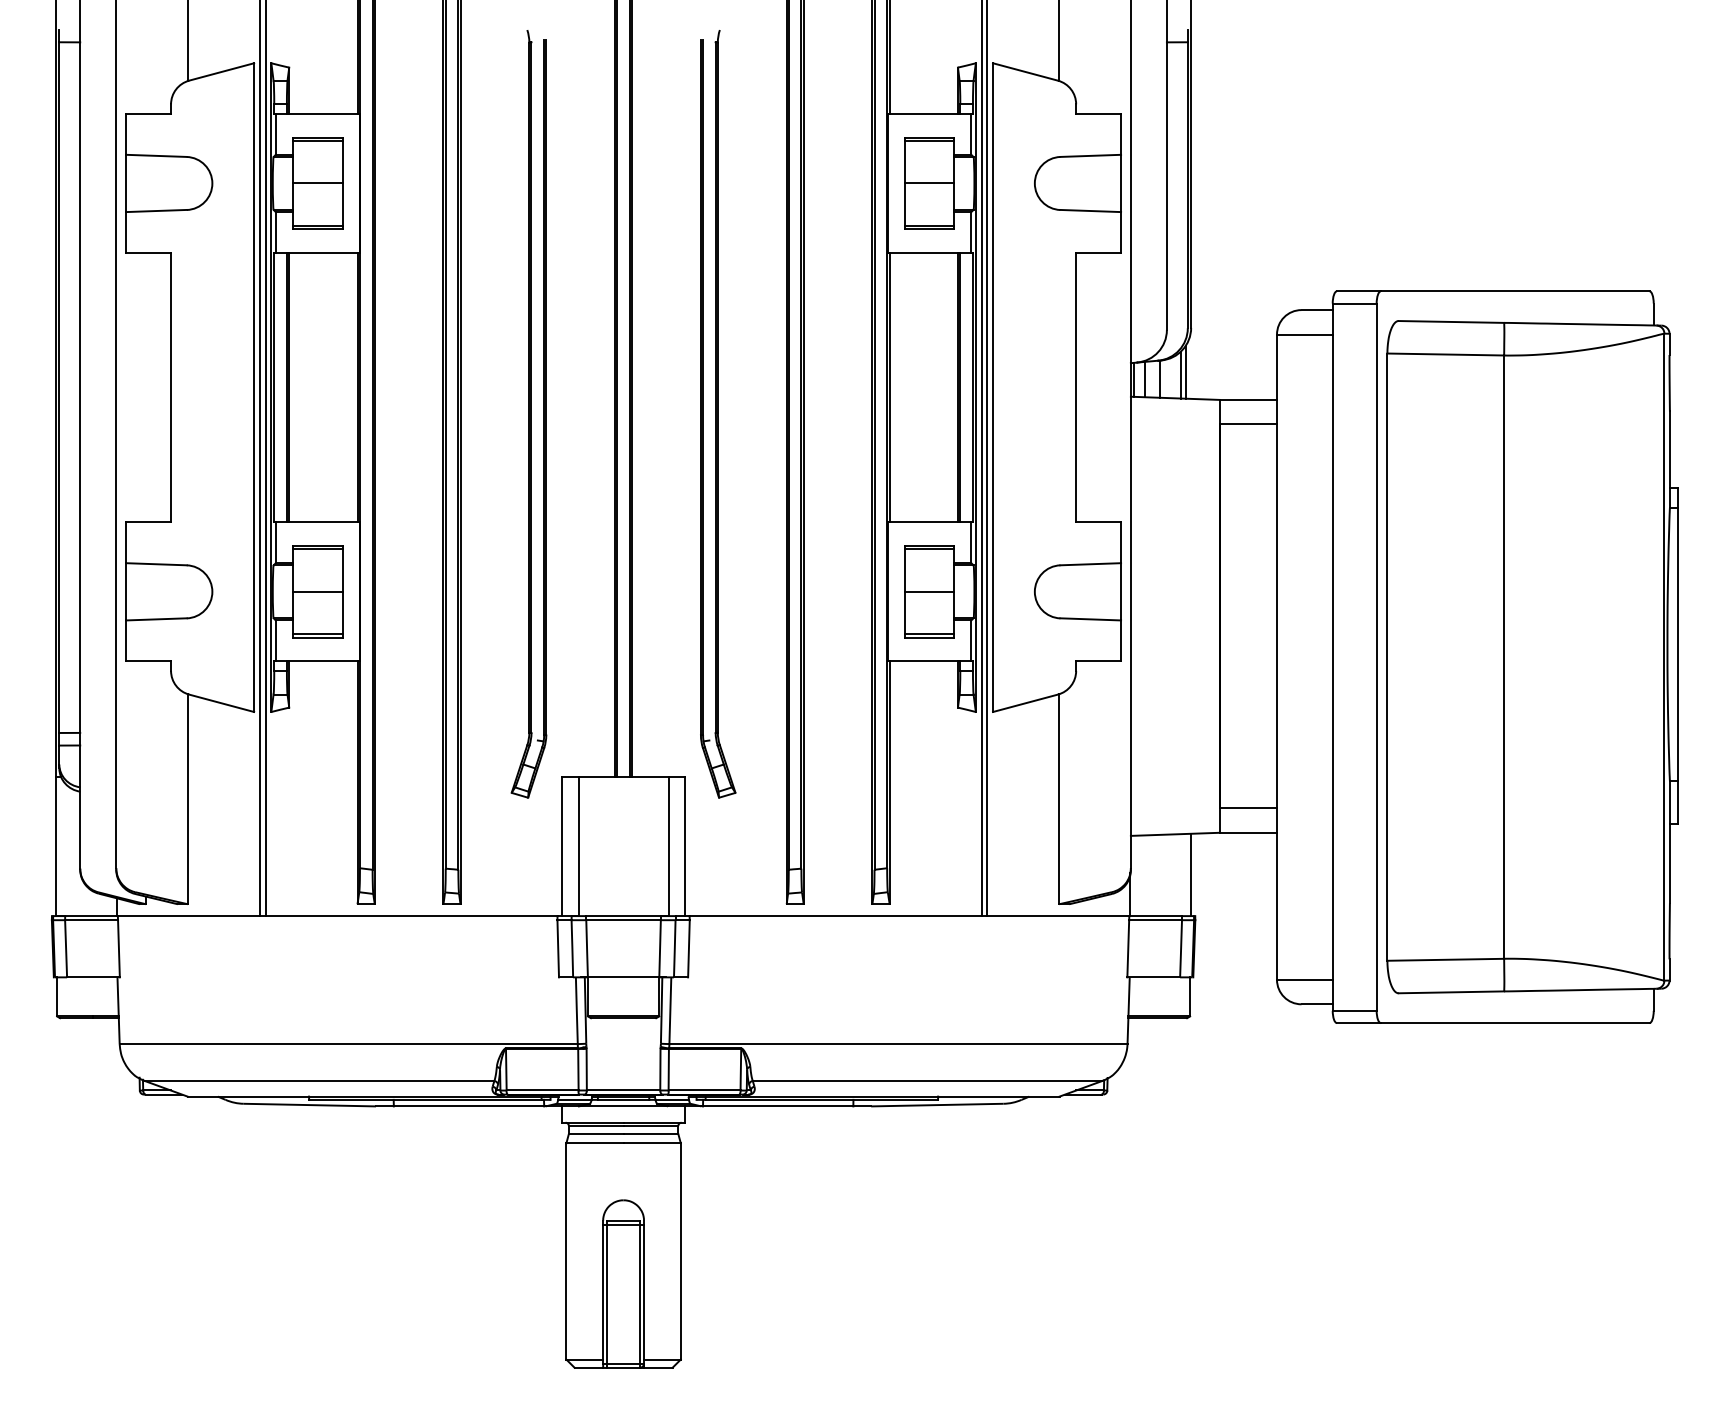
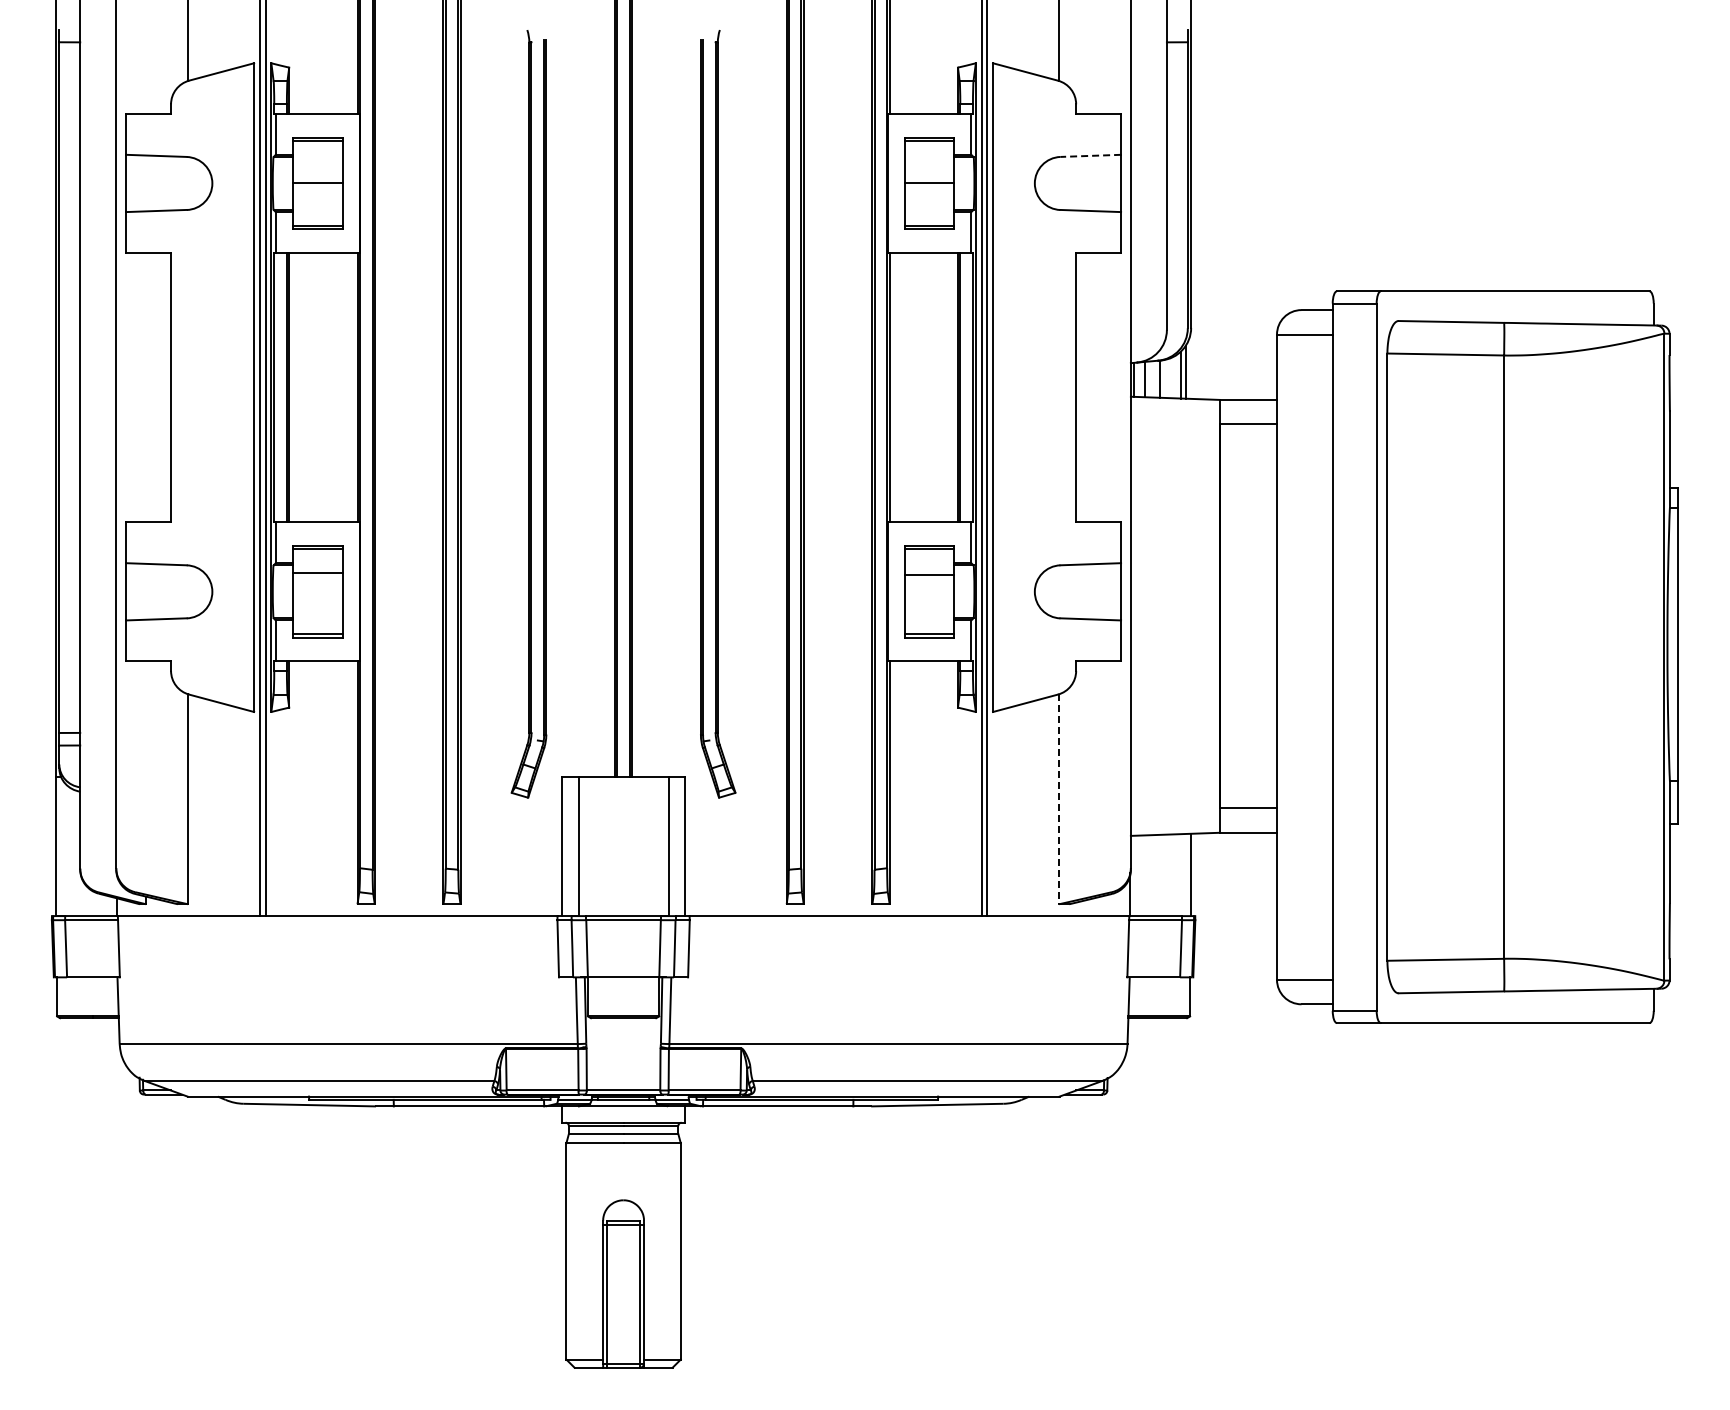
line at (1090, 155): solid -> dashed
line at (317, 591) position: (317, 591) -> (317, 572)
line at (929, 591) position: (929, 591) -> (929, 574)
line at (1059, 799): solid -> dashed
